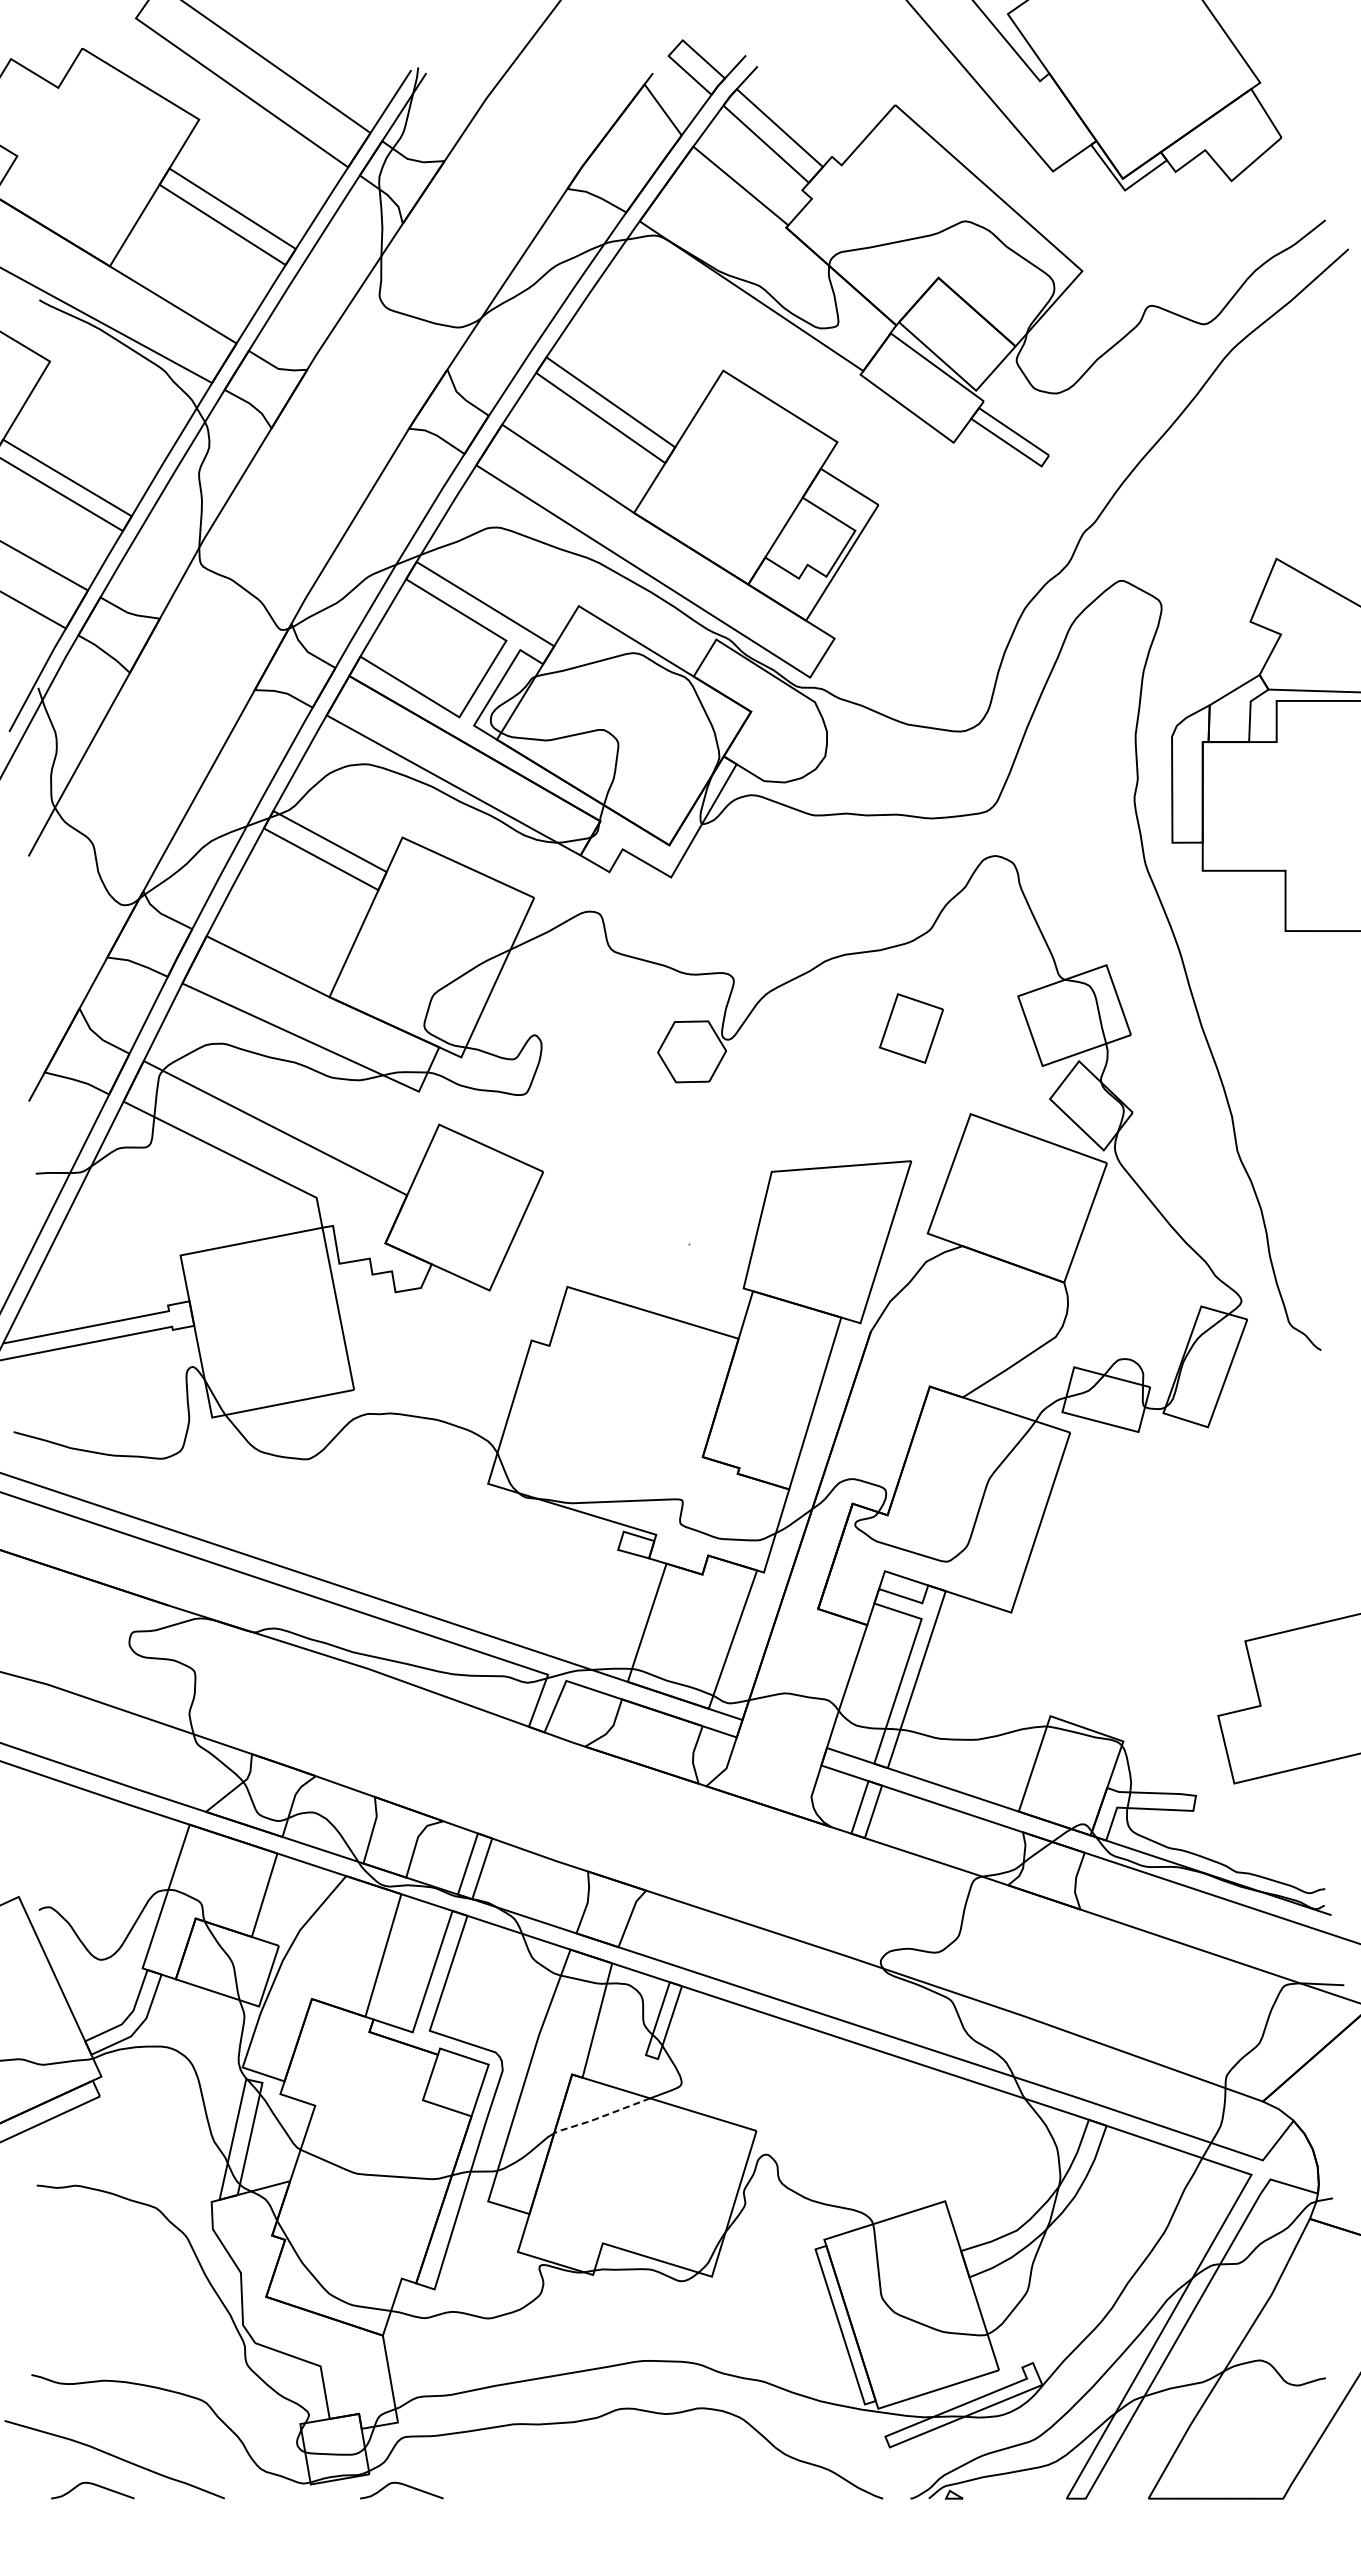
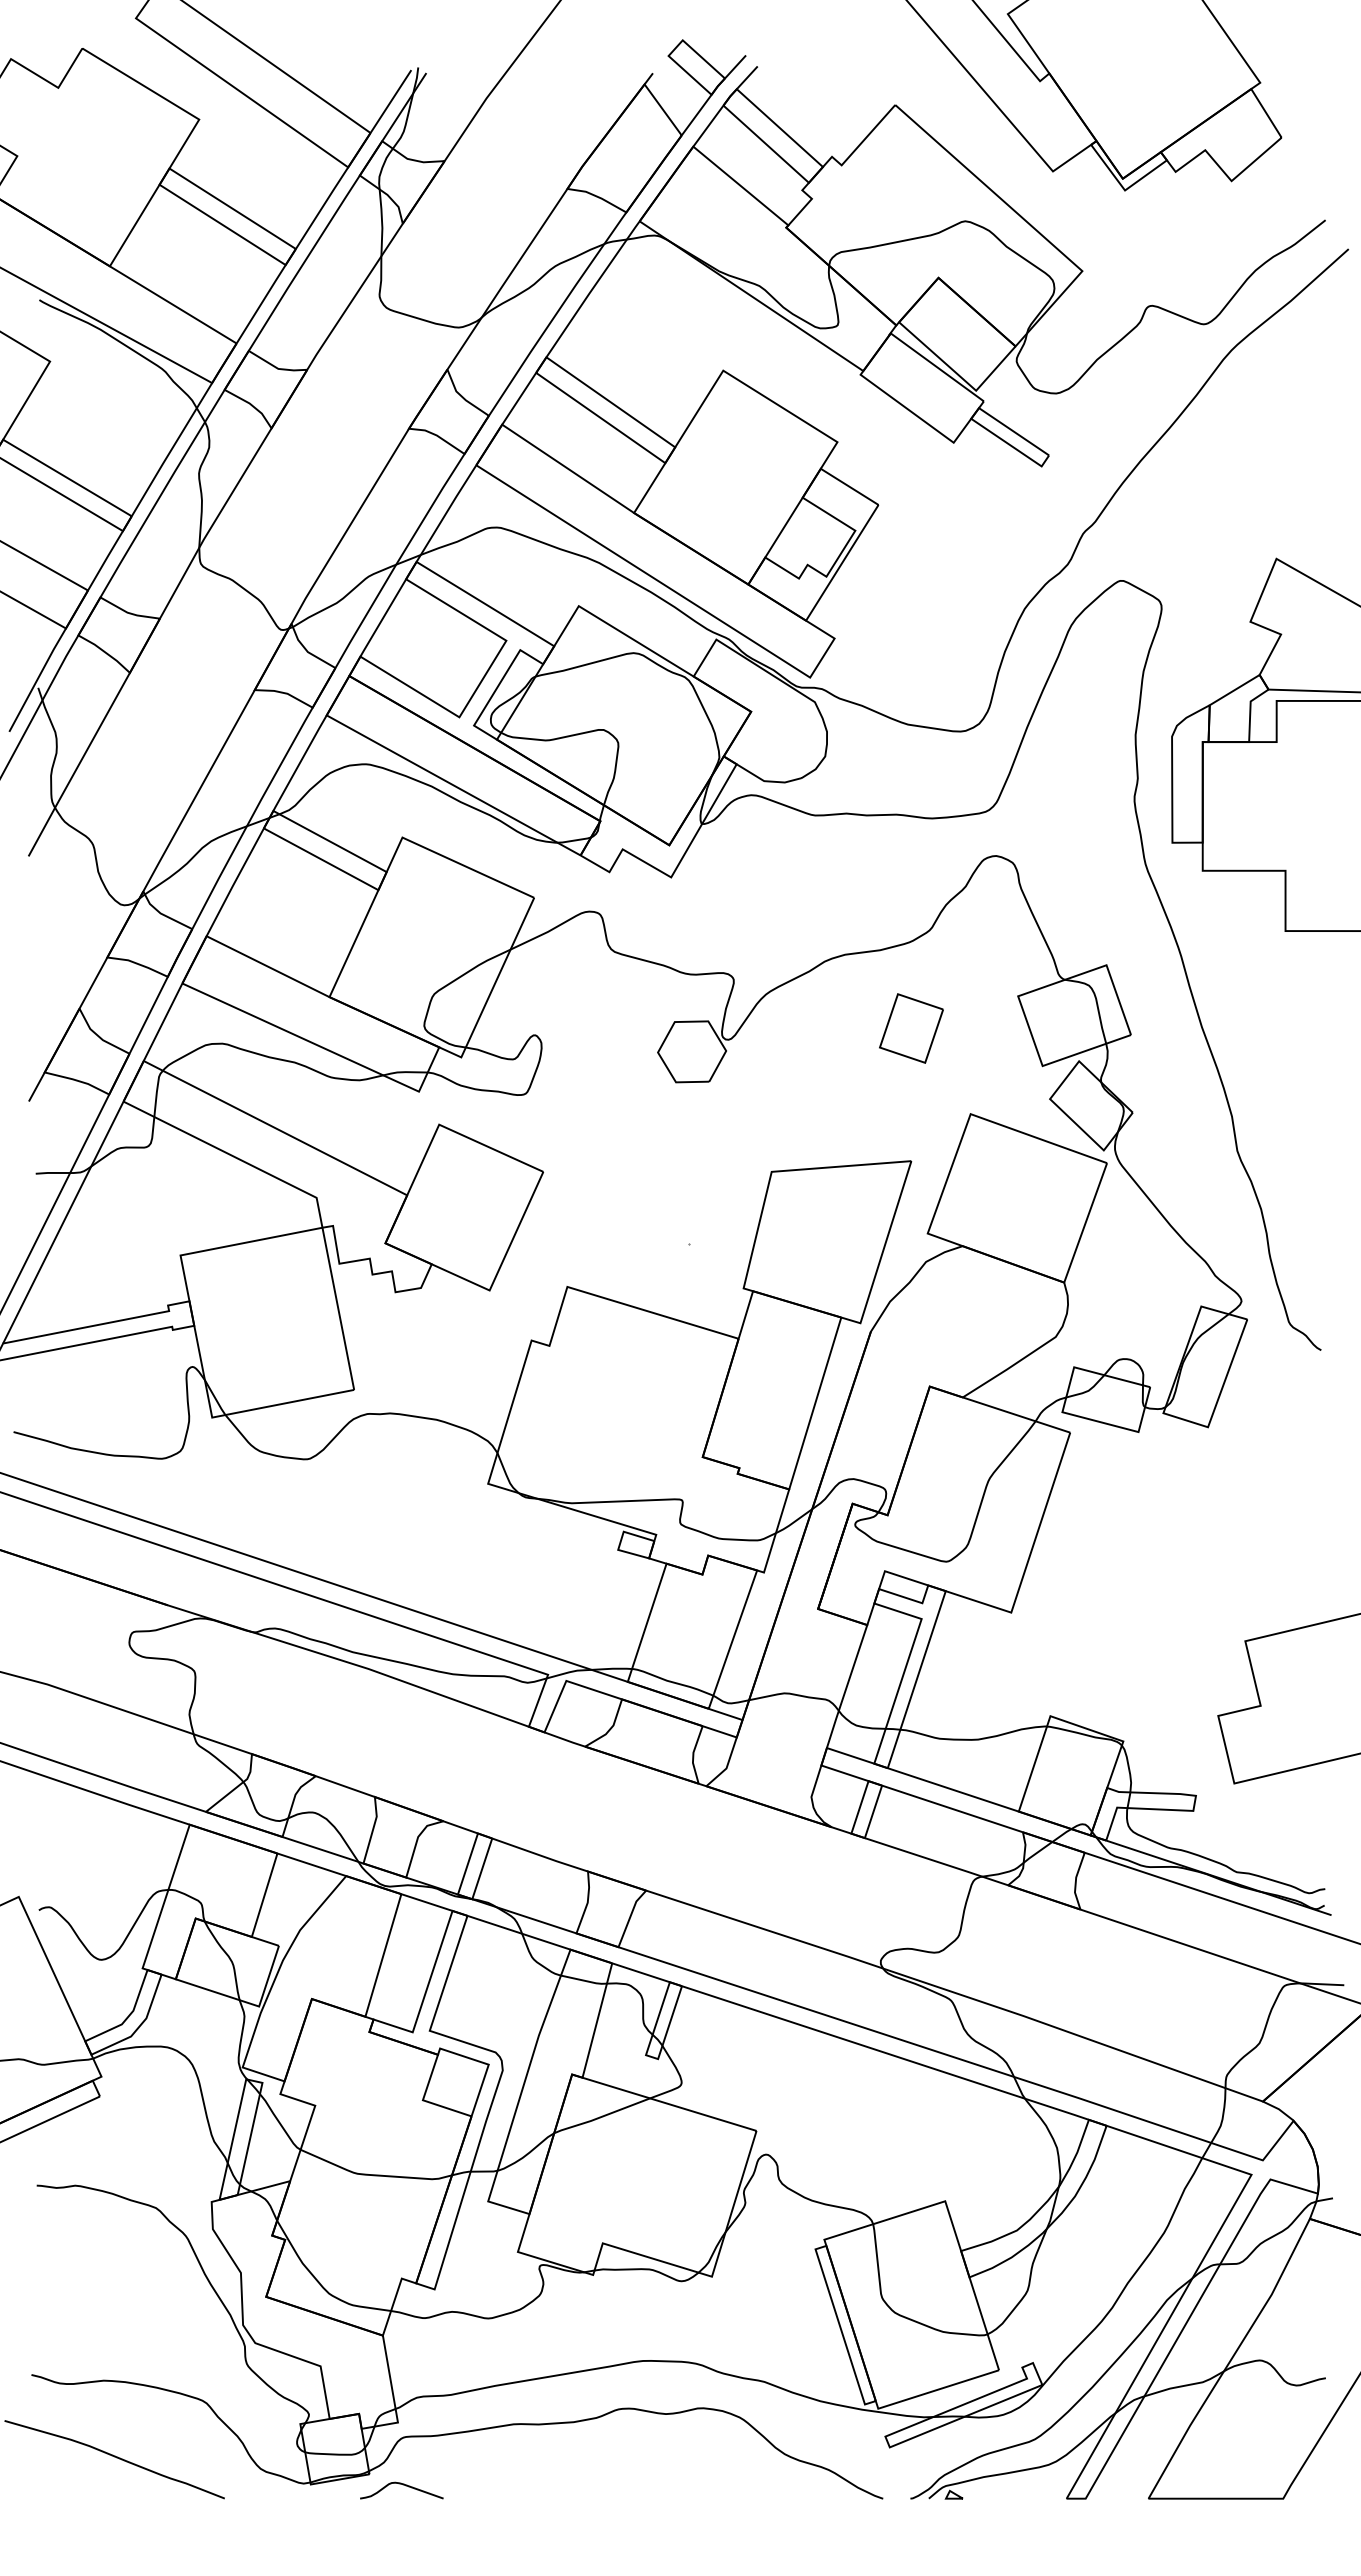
line at (601, 2117): dashed -> solid
curve at (94, 2485): present -> none
